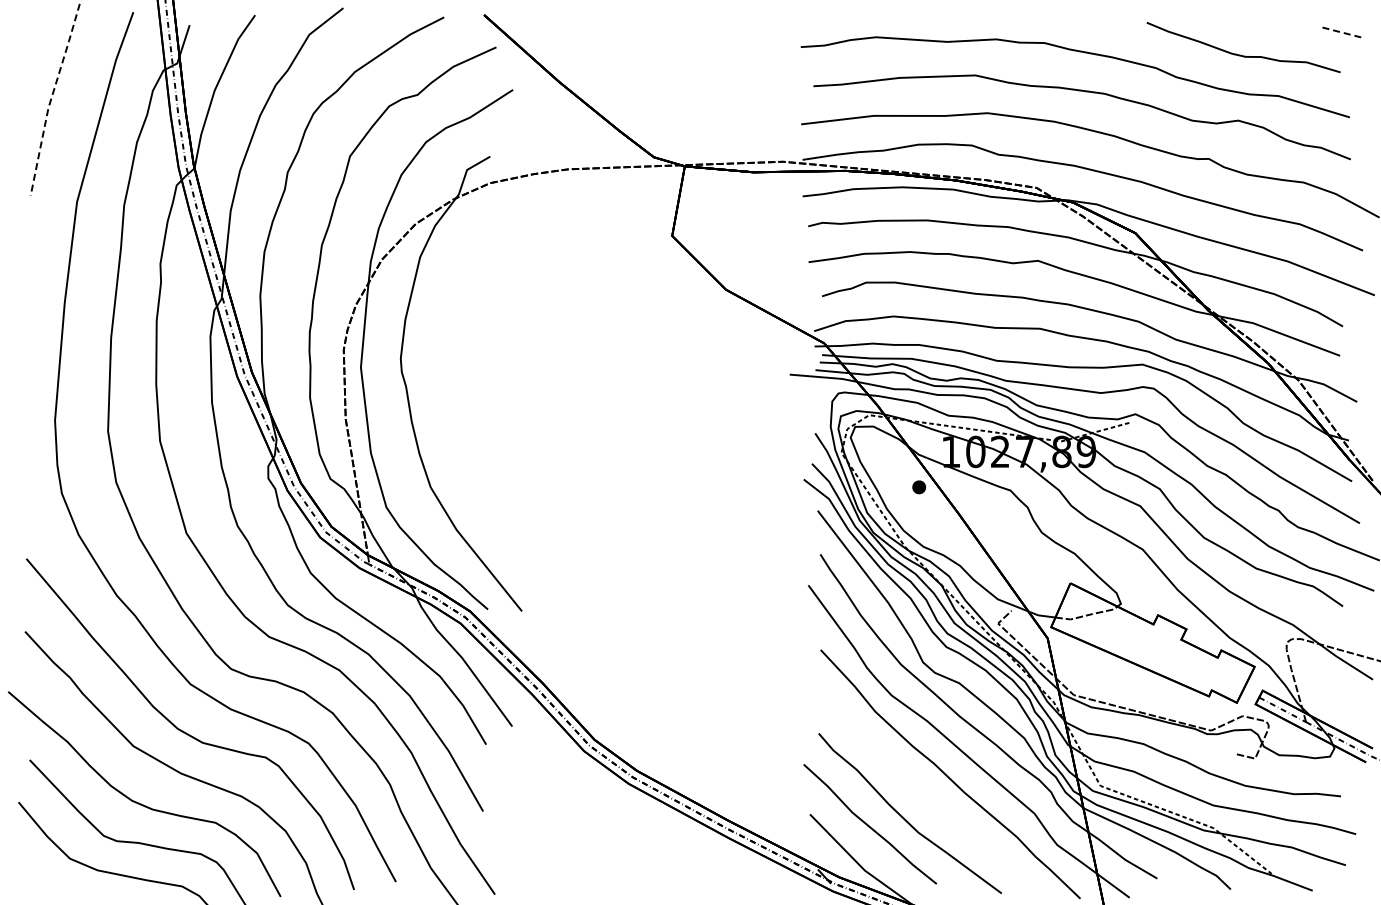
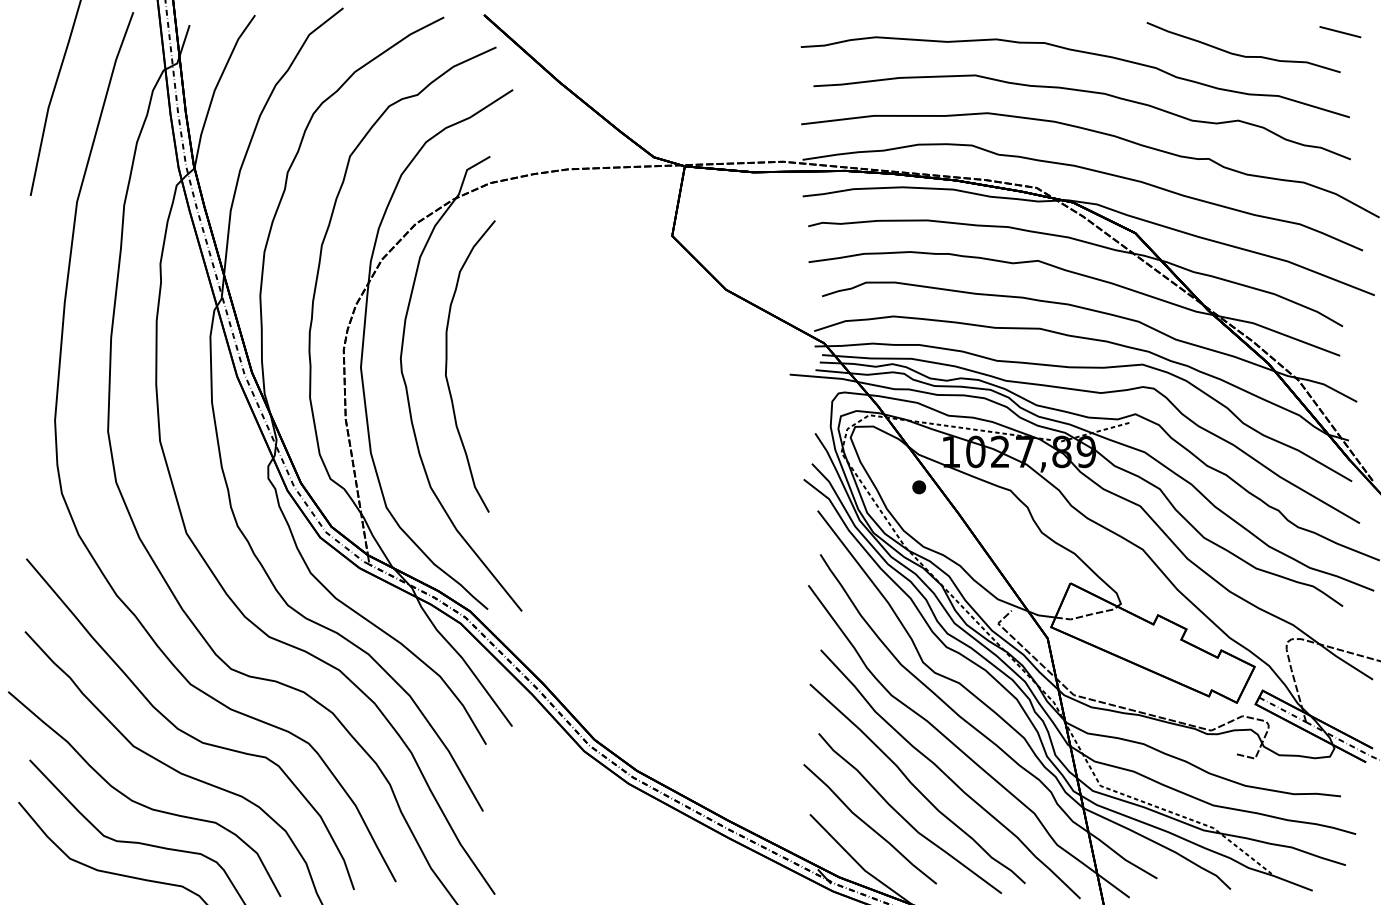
line at (1340, 32): dashed -> solid
line at (51, 97): dashed -> solid
curve at (447, 366): none -> present
curve at (914, 785): none -> present
